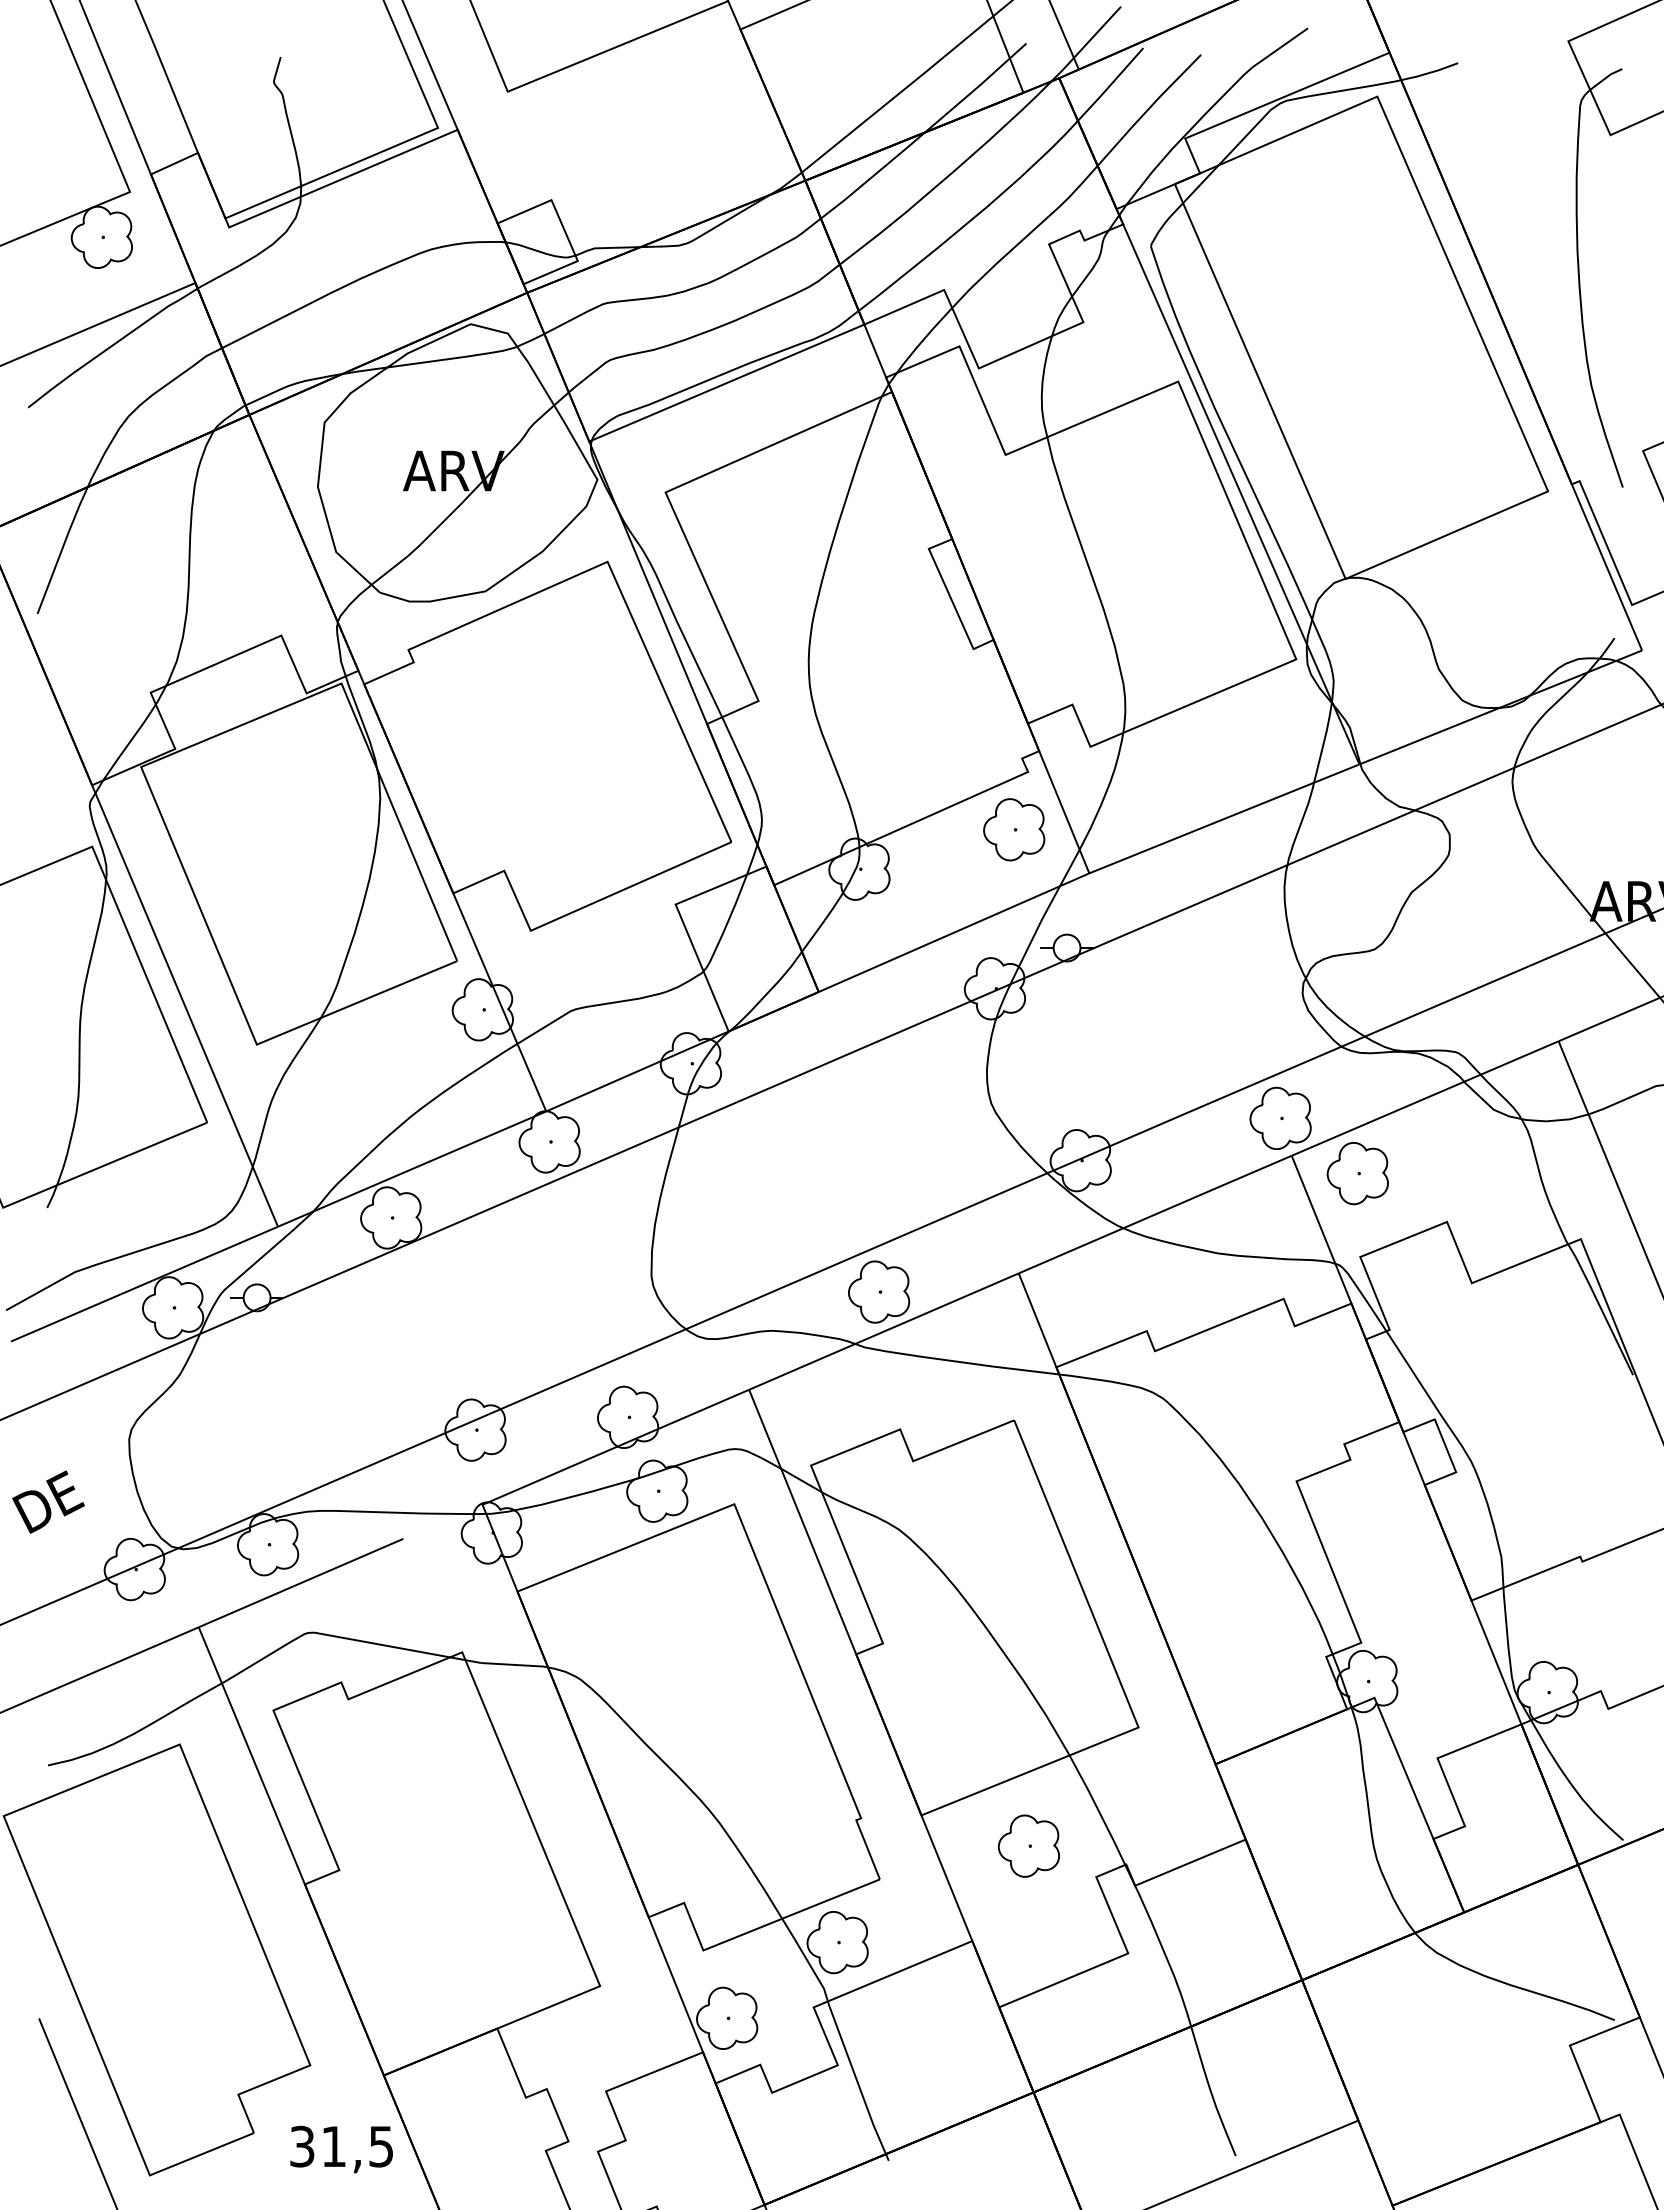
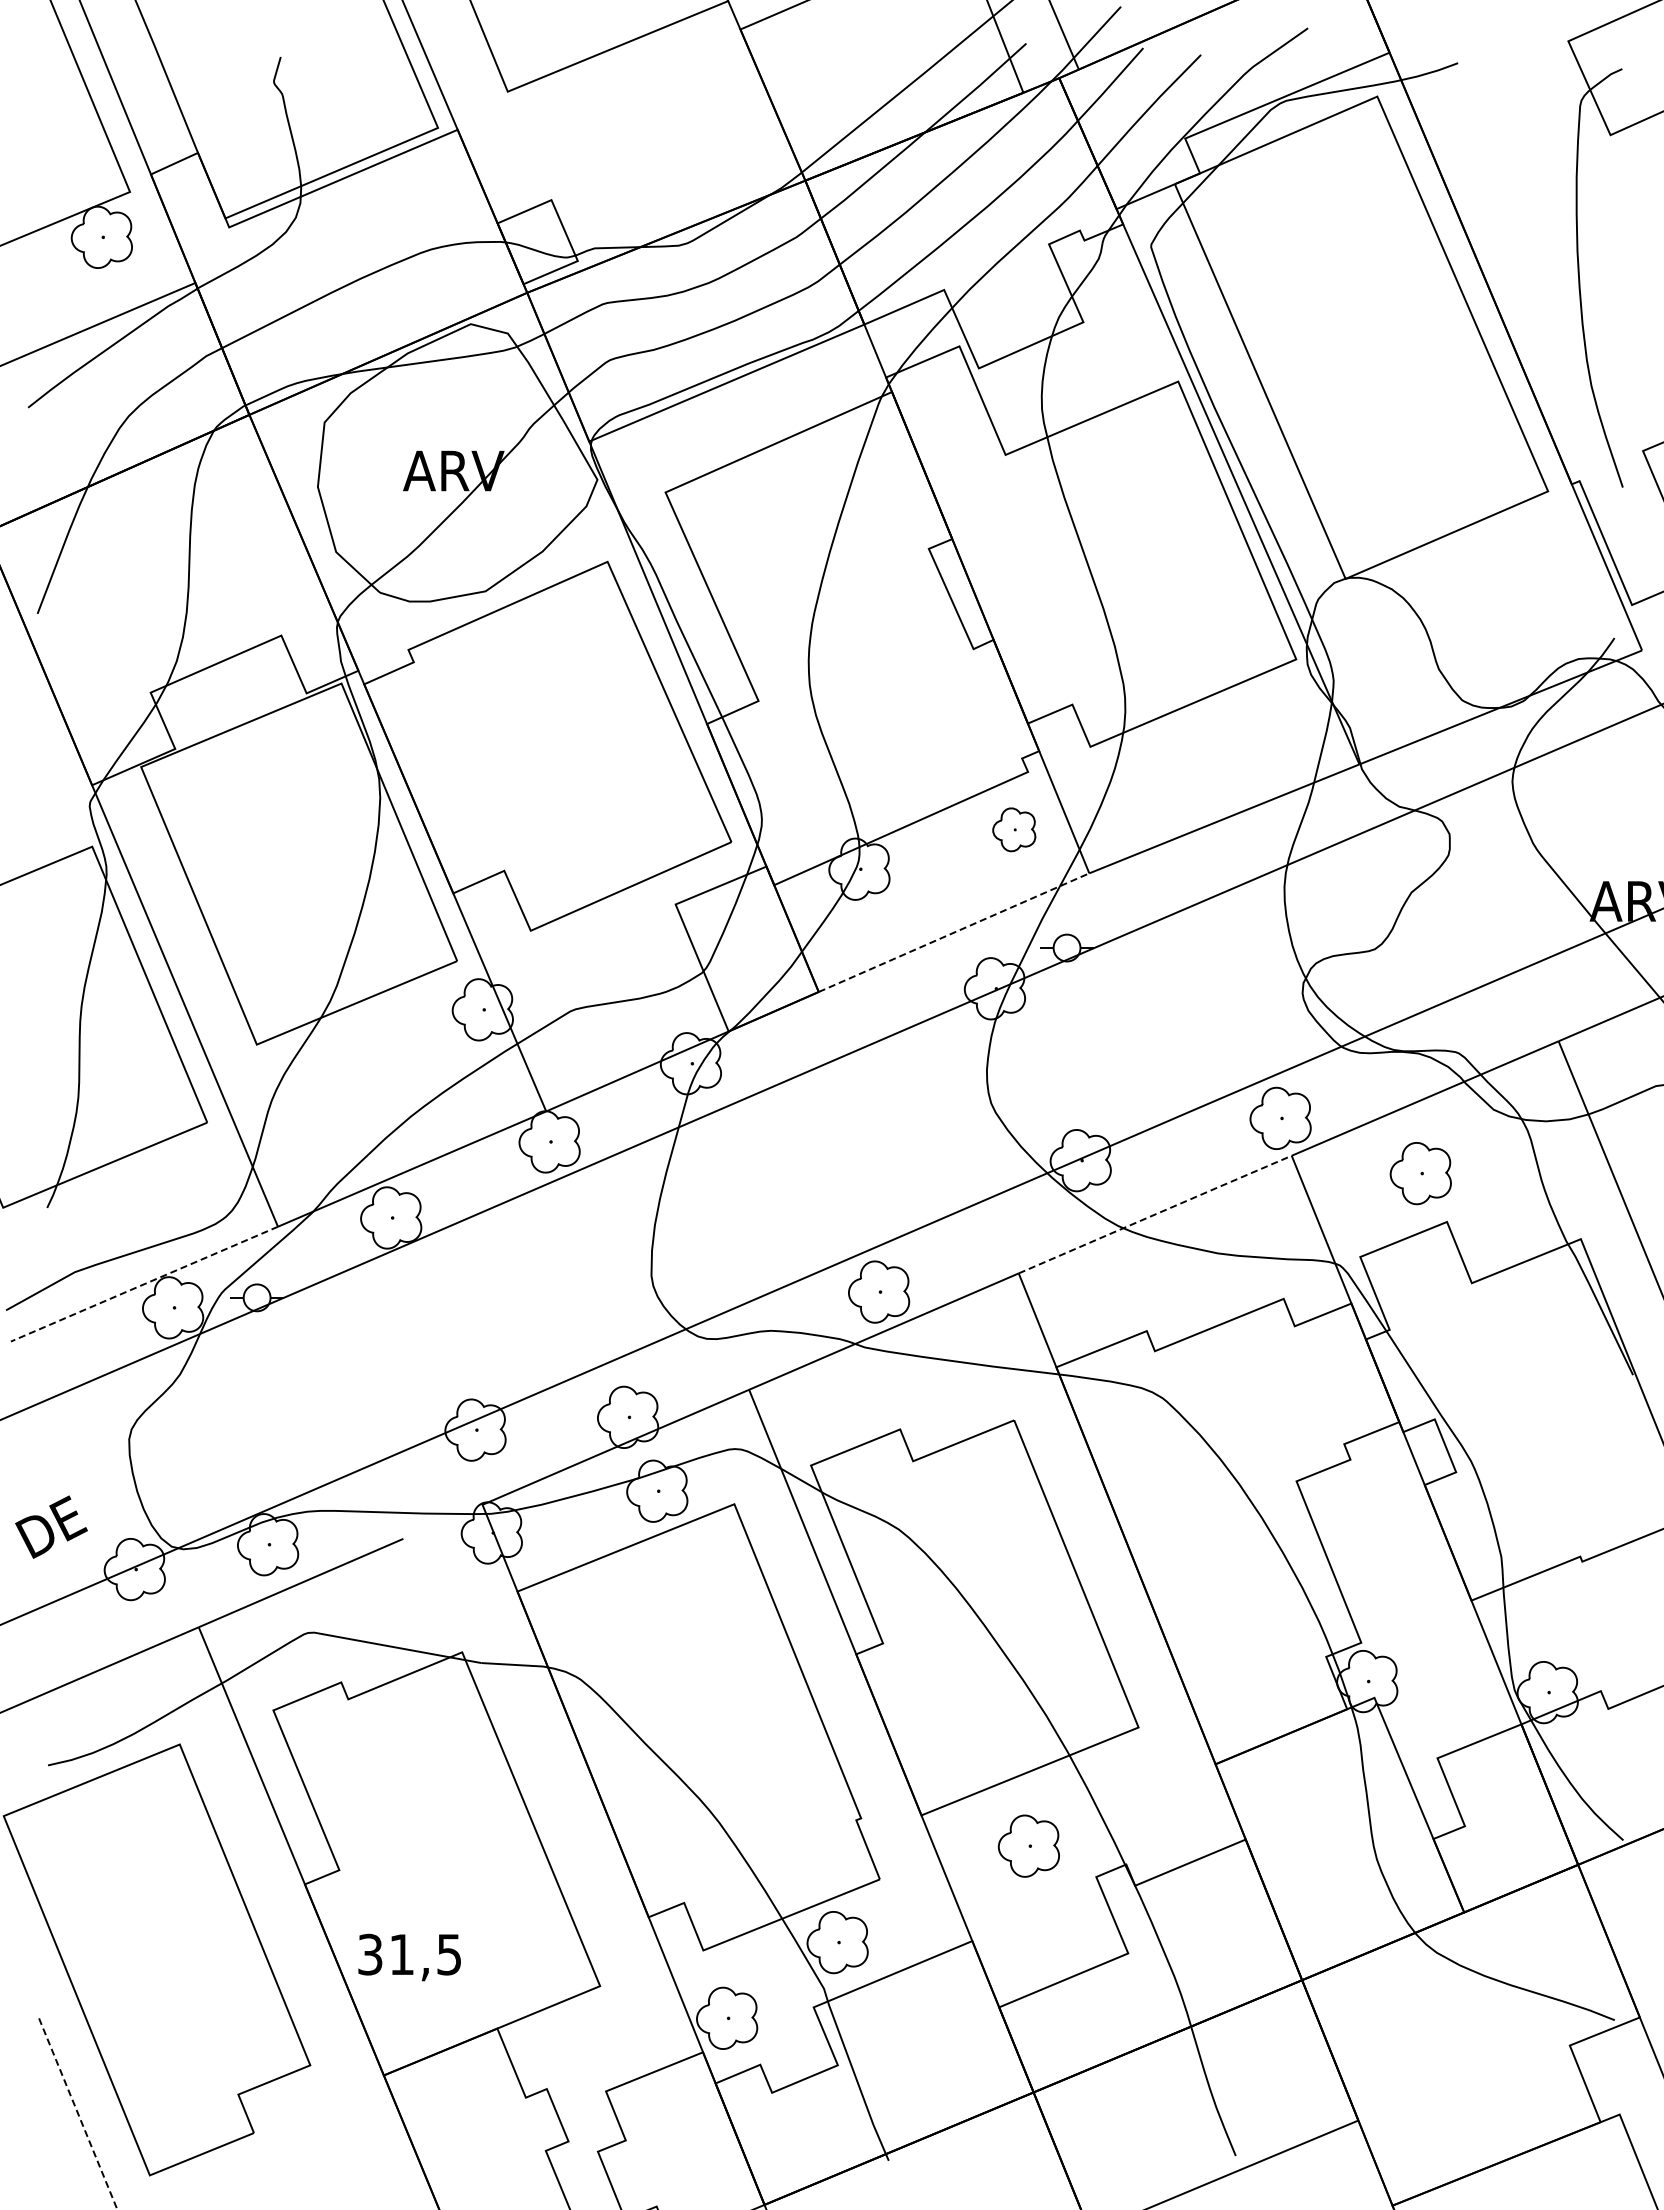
part at (1014, 829) size: 63x64 px -> 45x46 px
line at (954, 932): solid -> dashed
part at (1357, 1173) position: (1357, 1173) -> (1420, 1173)
line at (1156, 1214): solid -> dashed
line at (144, 1284): solid -> dashed
text at (48, 1501) position: (48, 1501) -> (51, 1526)
line at (78, 2114): solid -> dashed
text at (341, 2149) position: (341, 2149) -> (409, 1957)
